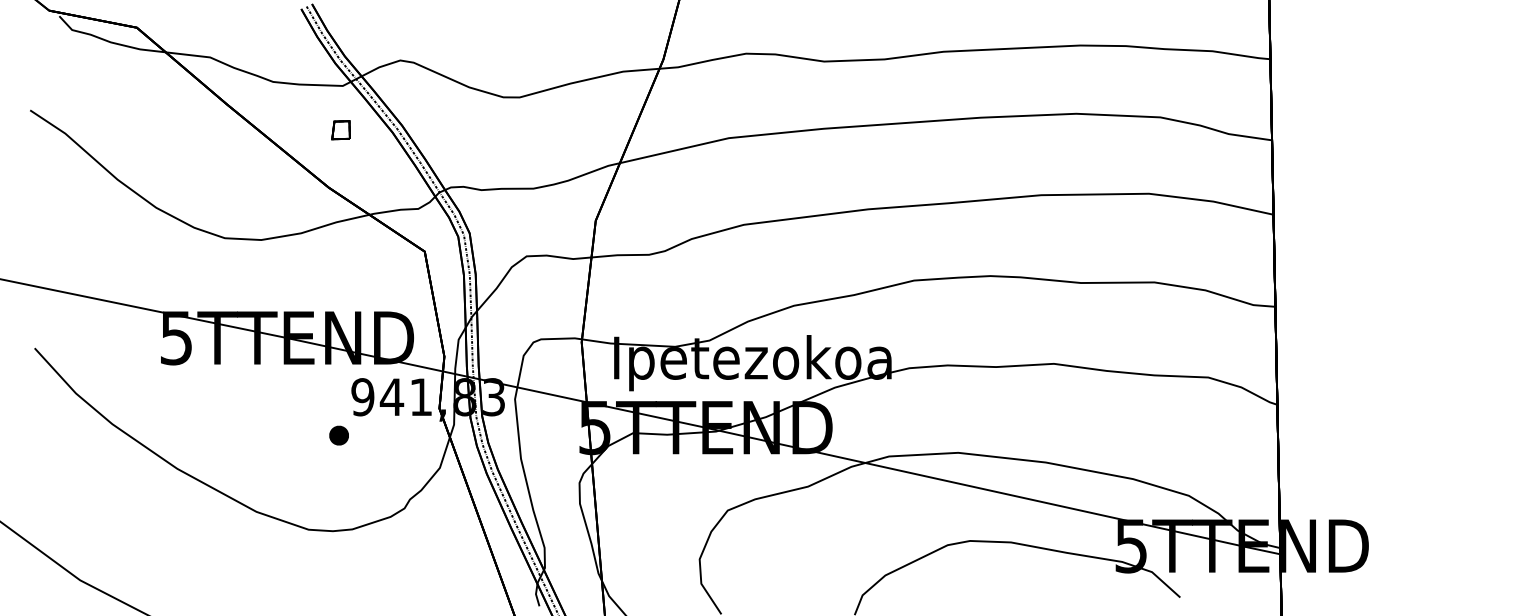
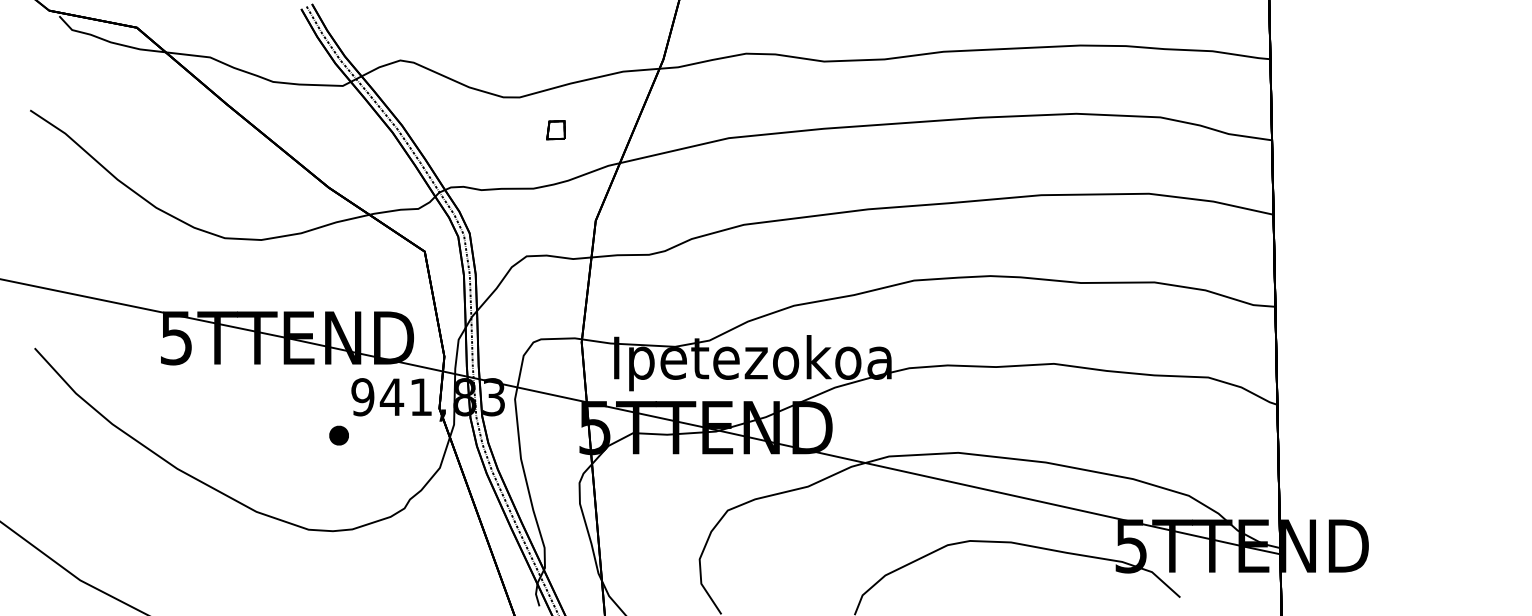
part at (340, 130) position: (340, 130) -> (555, 130)
